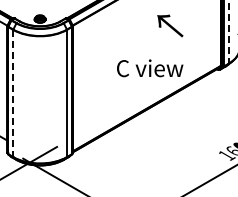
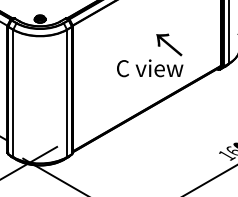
text at (170, 25) position: (170, 25) -> (169, 44)
line at (228, 32): dashed -> solid
line at (13, 93): dashed -> solid
